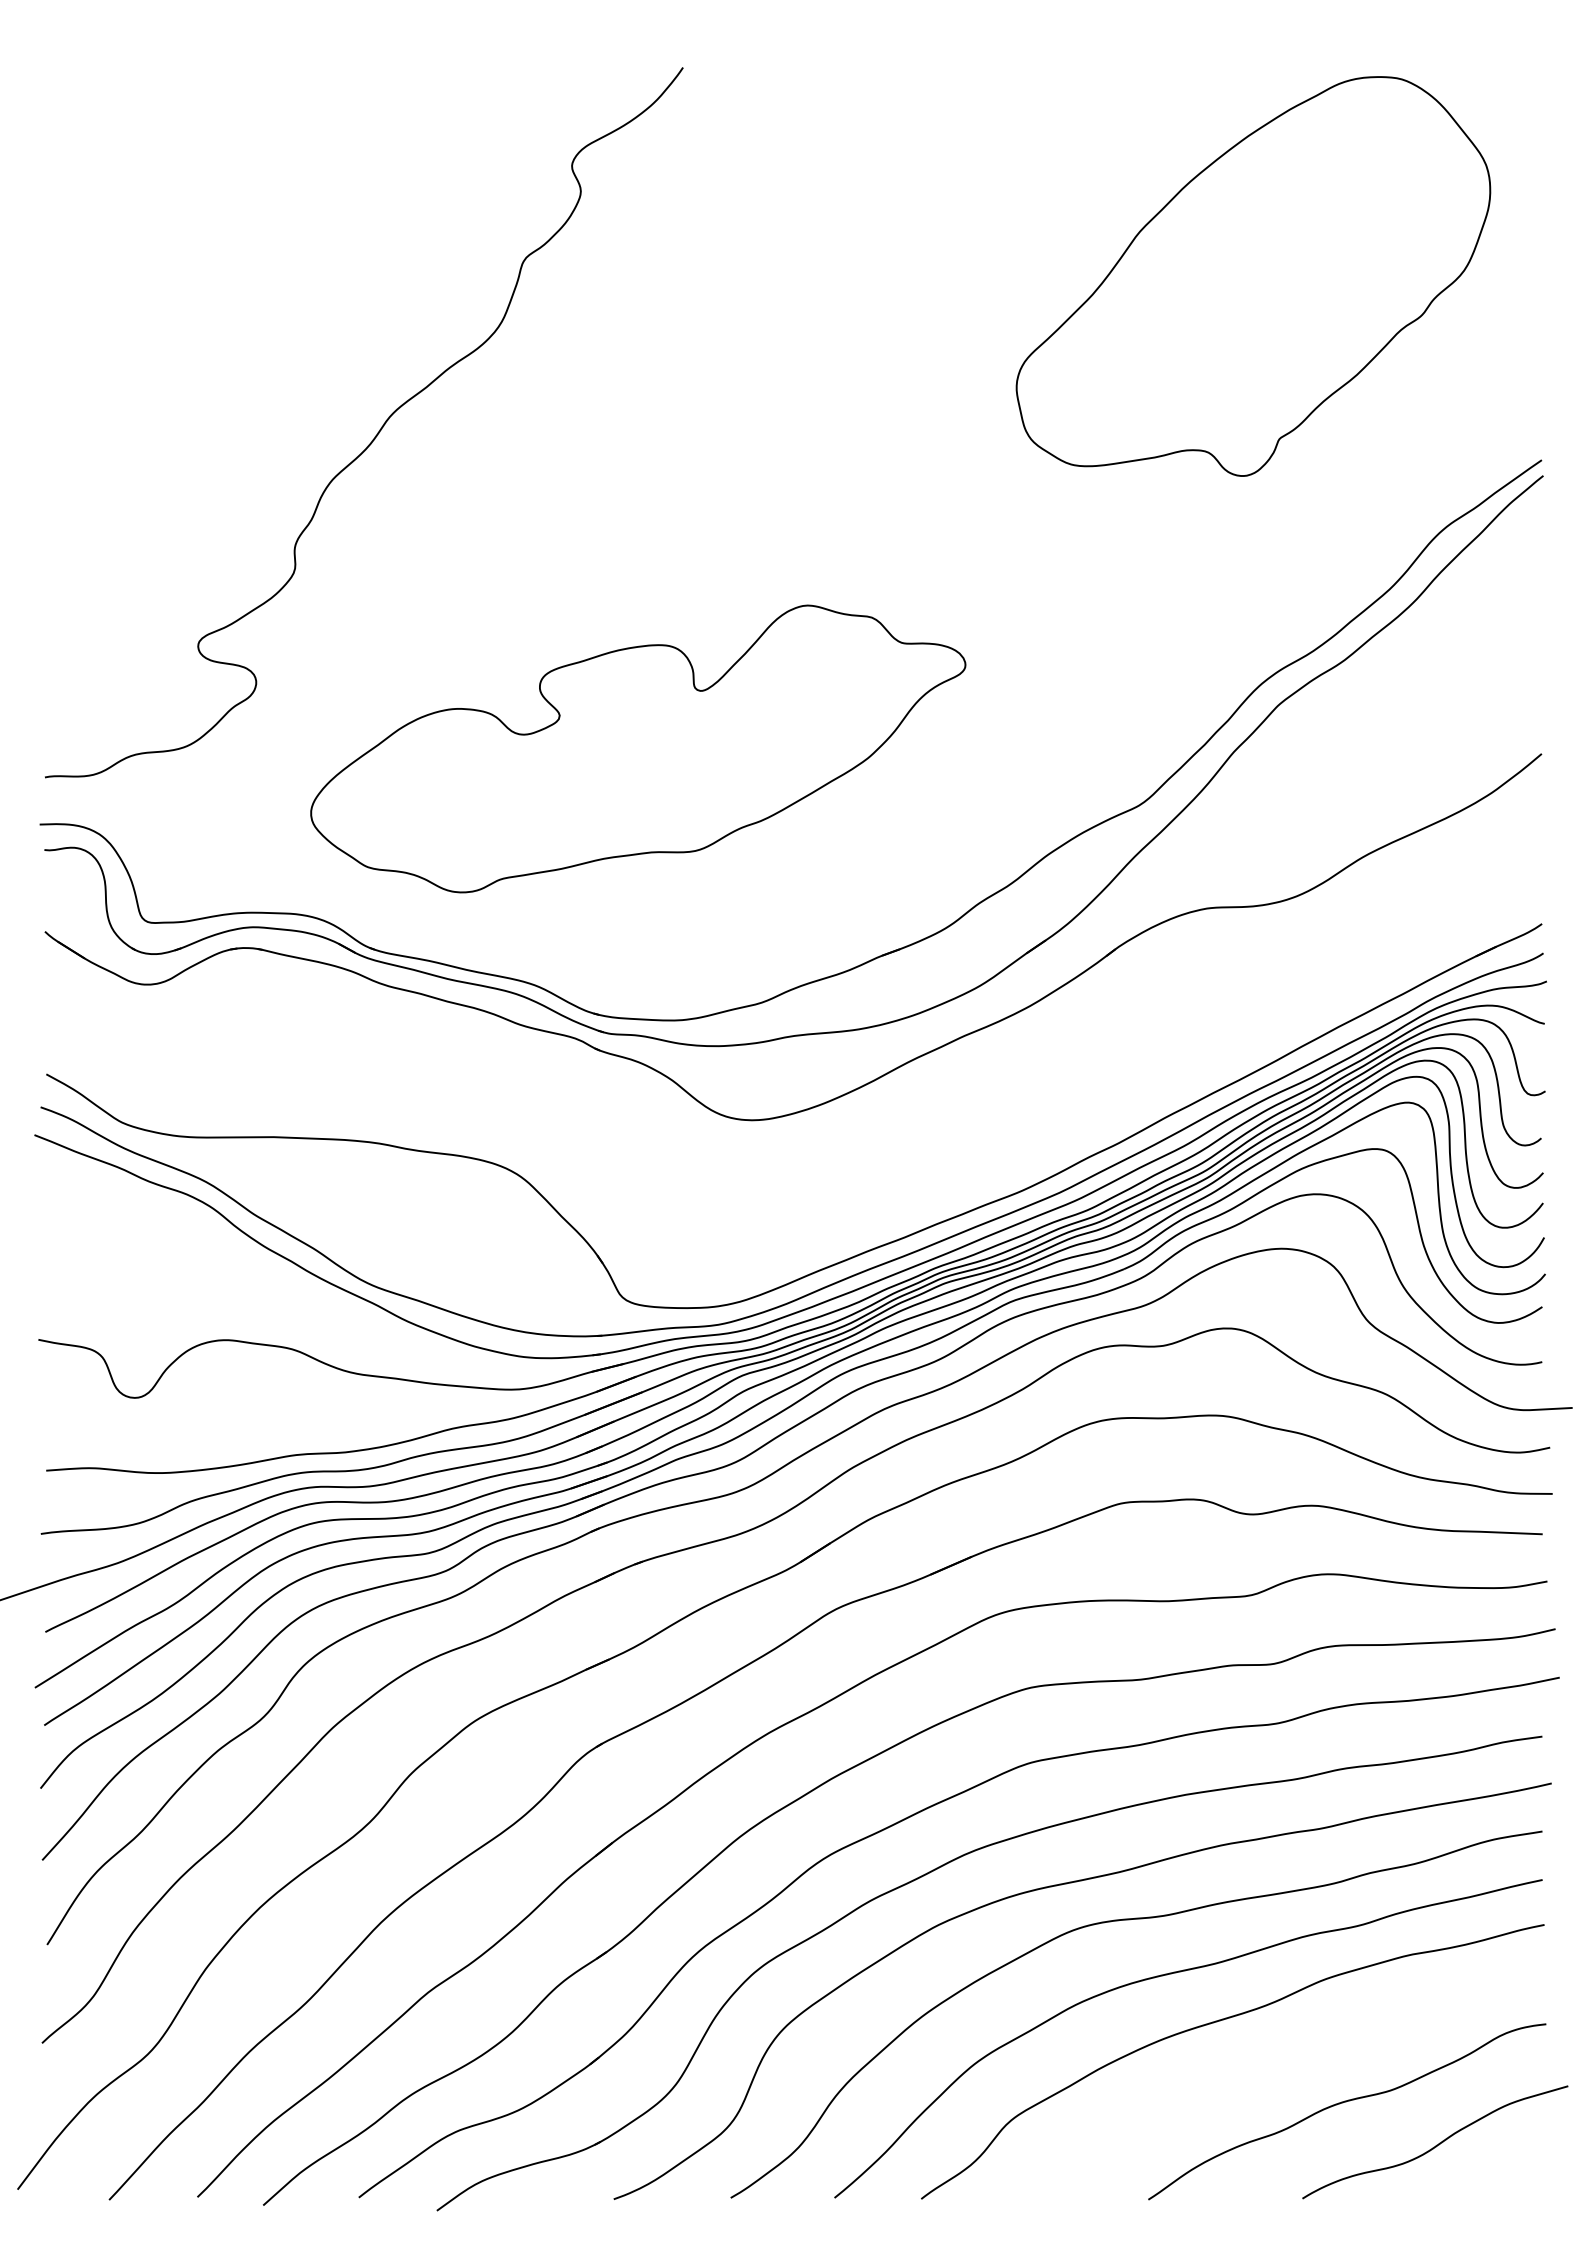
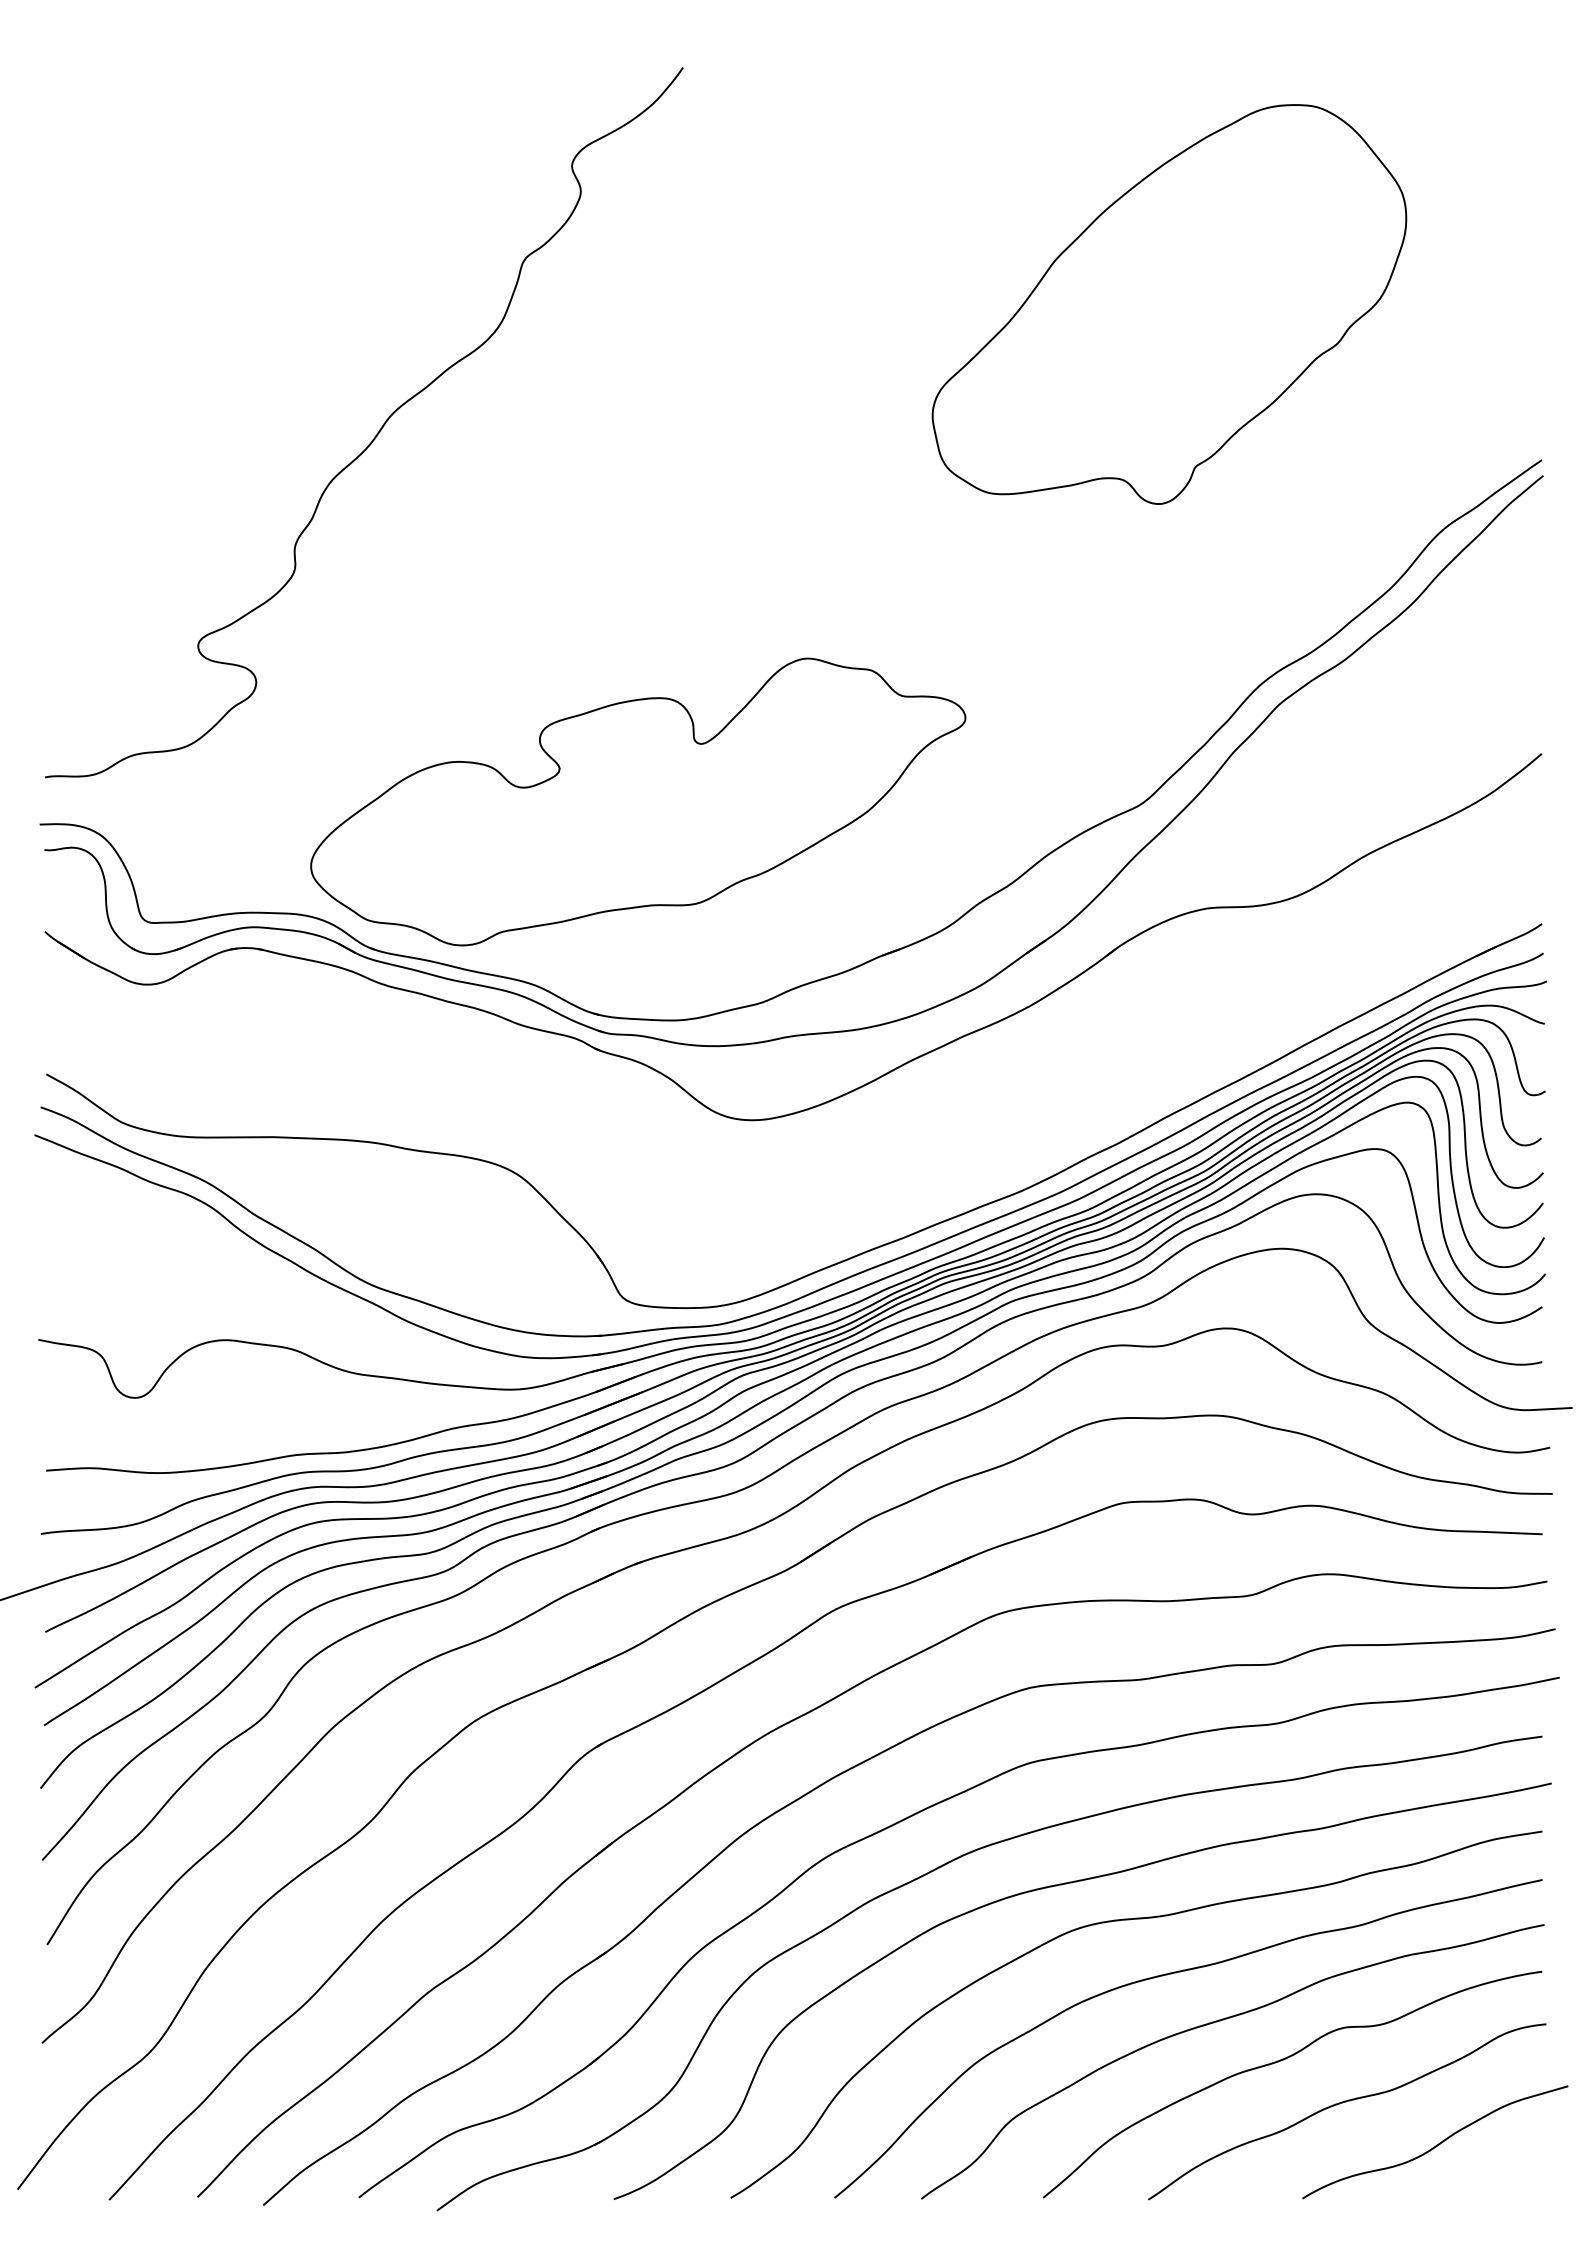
part at (1253, 276) position: (1253, 276) -> (1169, 304)
part at (638, 748) position: (638, 748) -> (638, 801)
curve at (1281, 2061): none -> present
